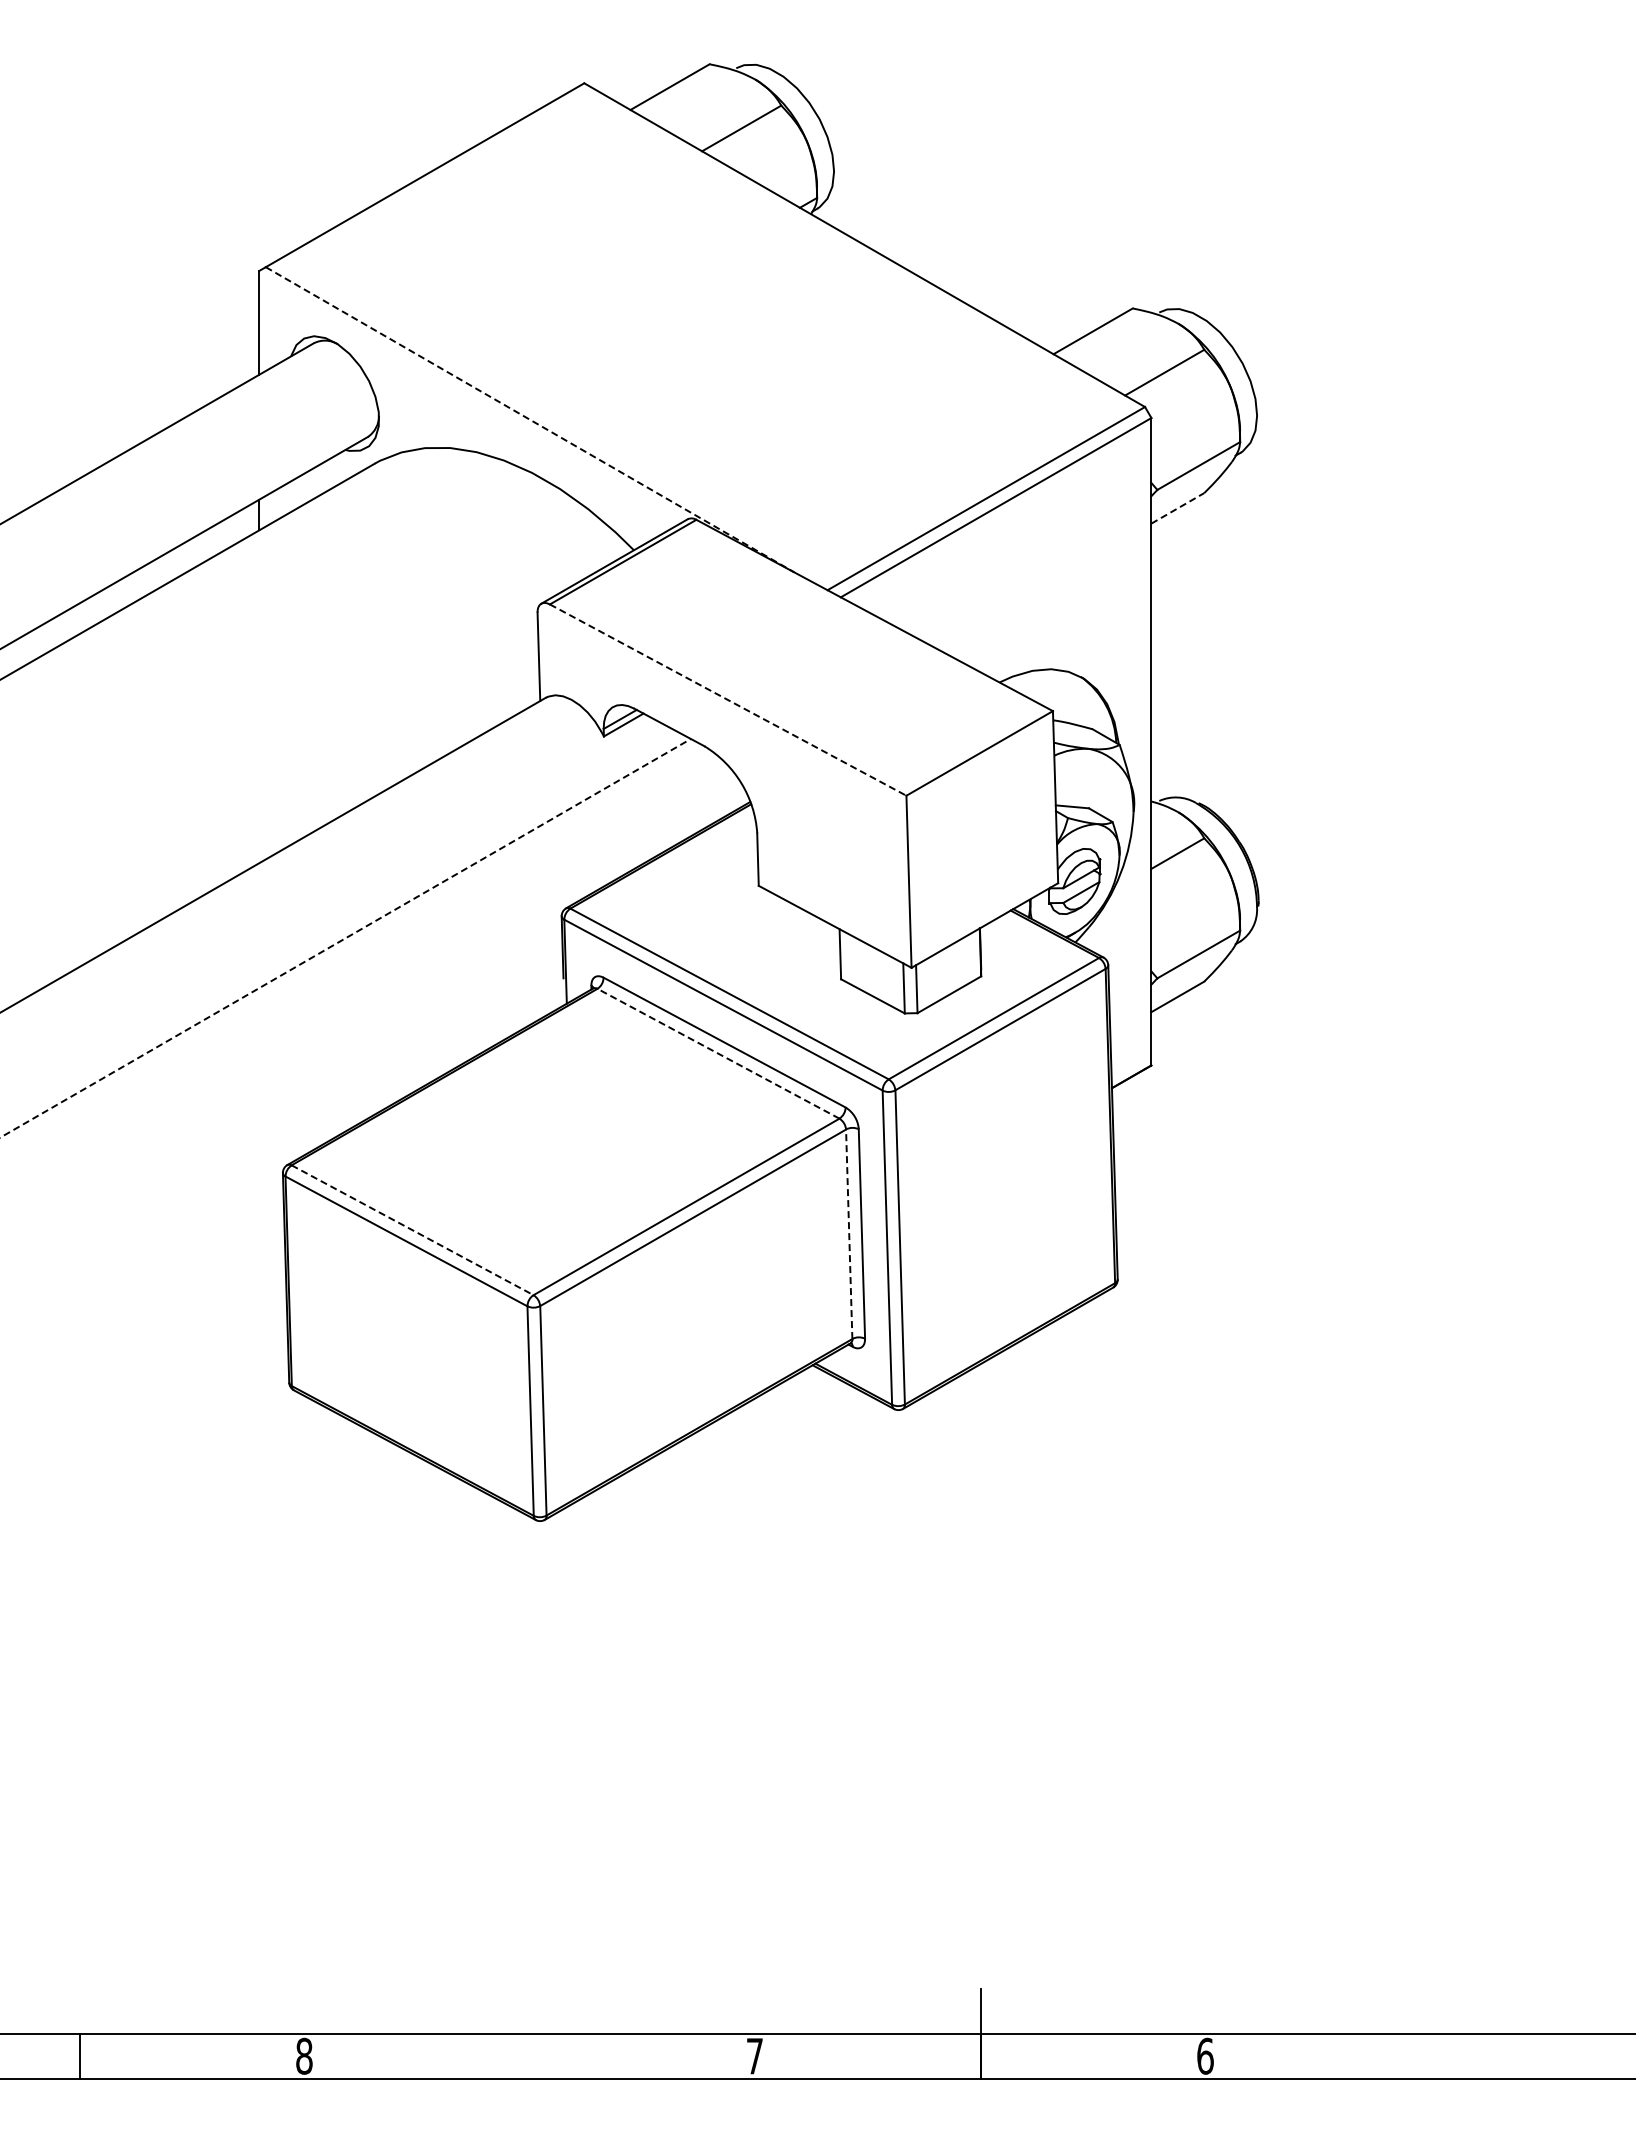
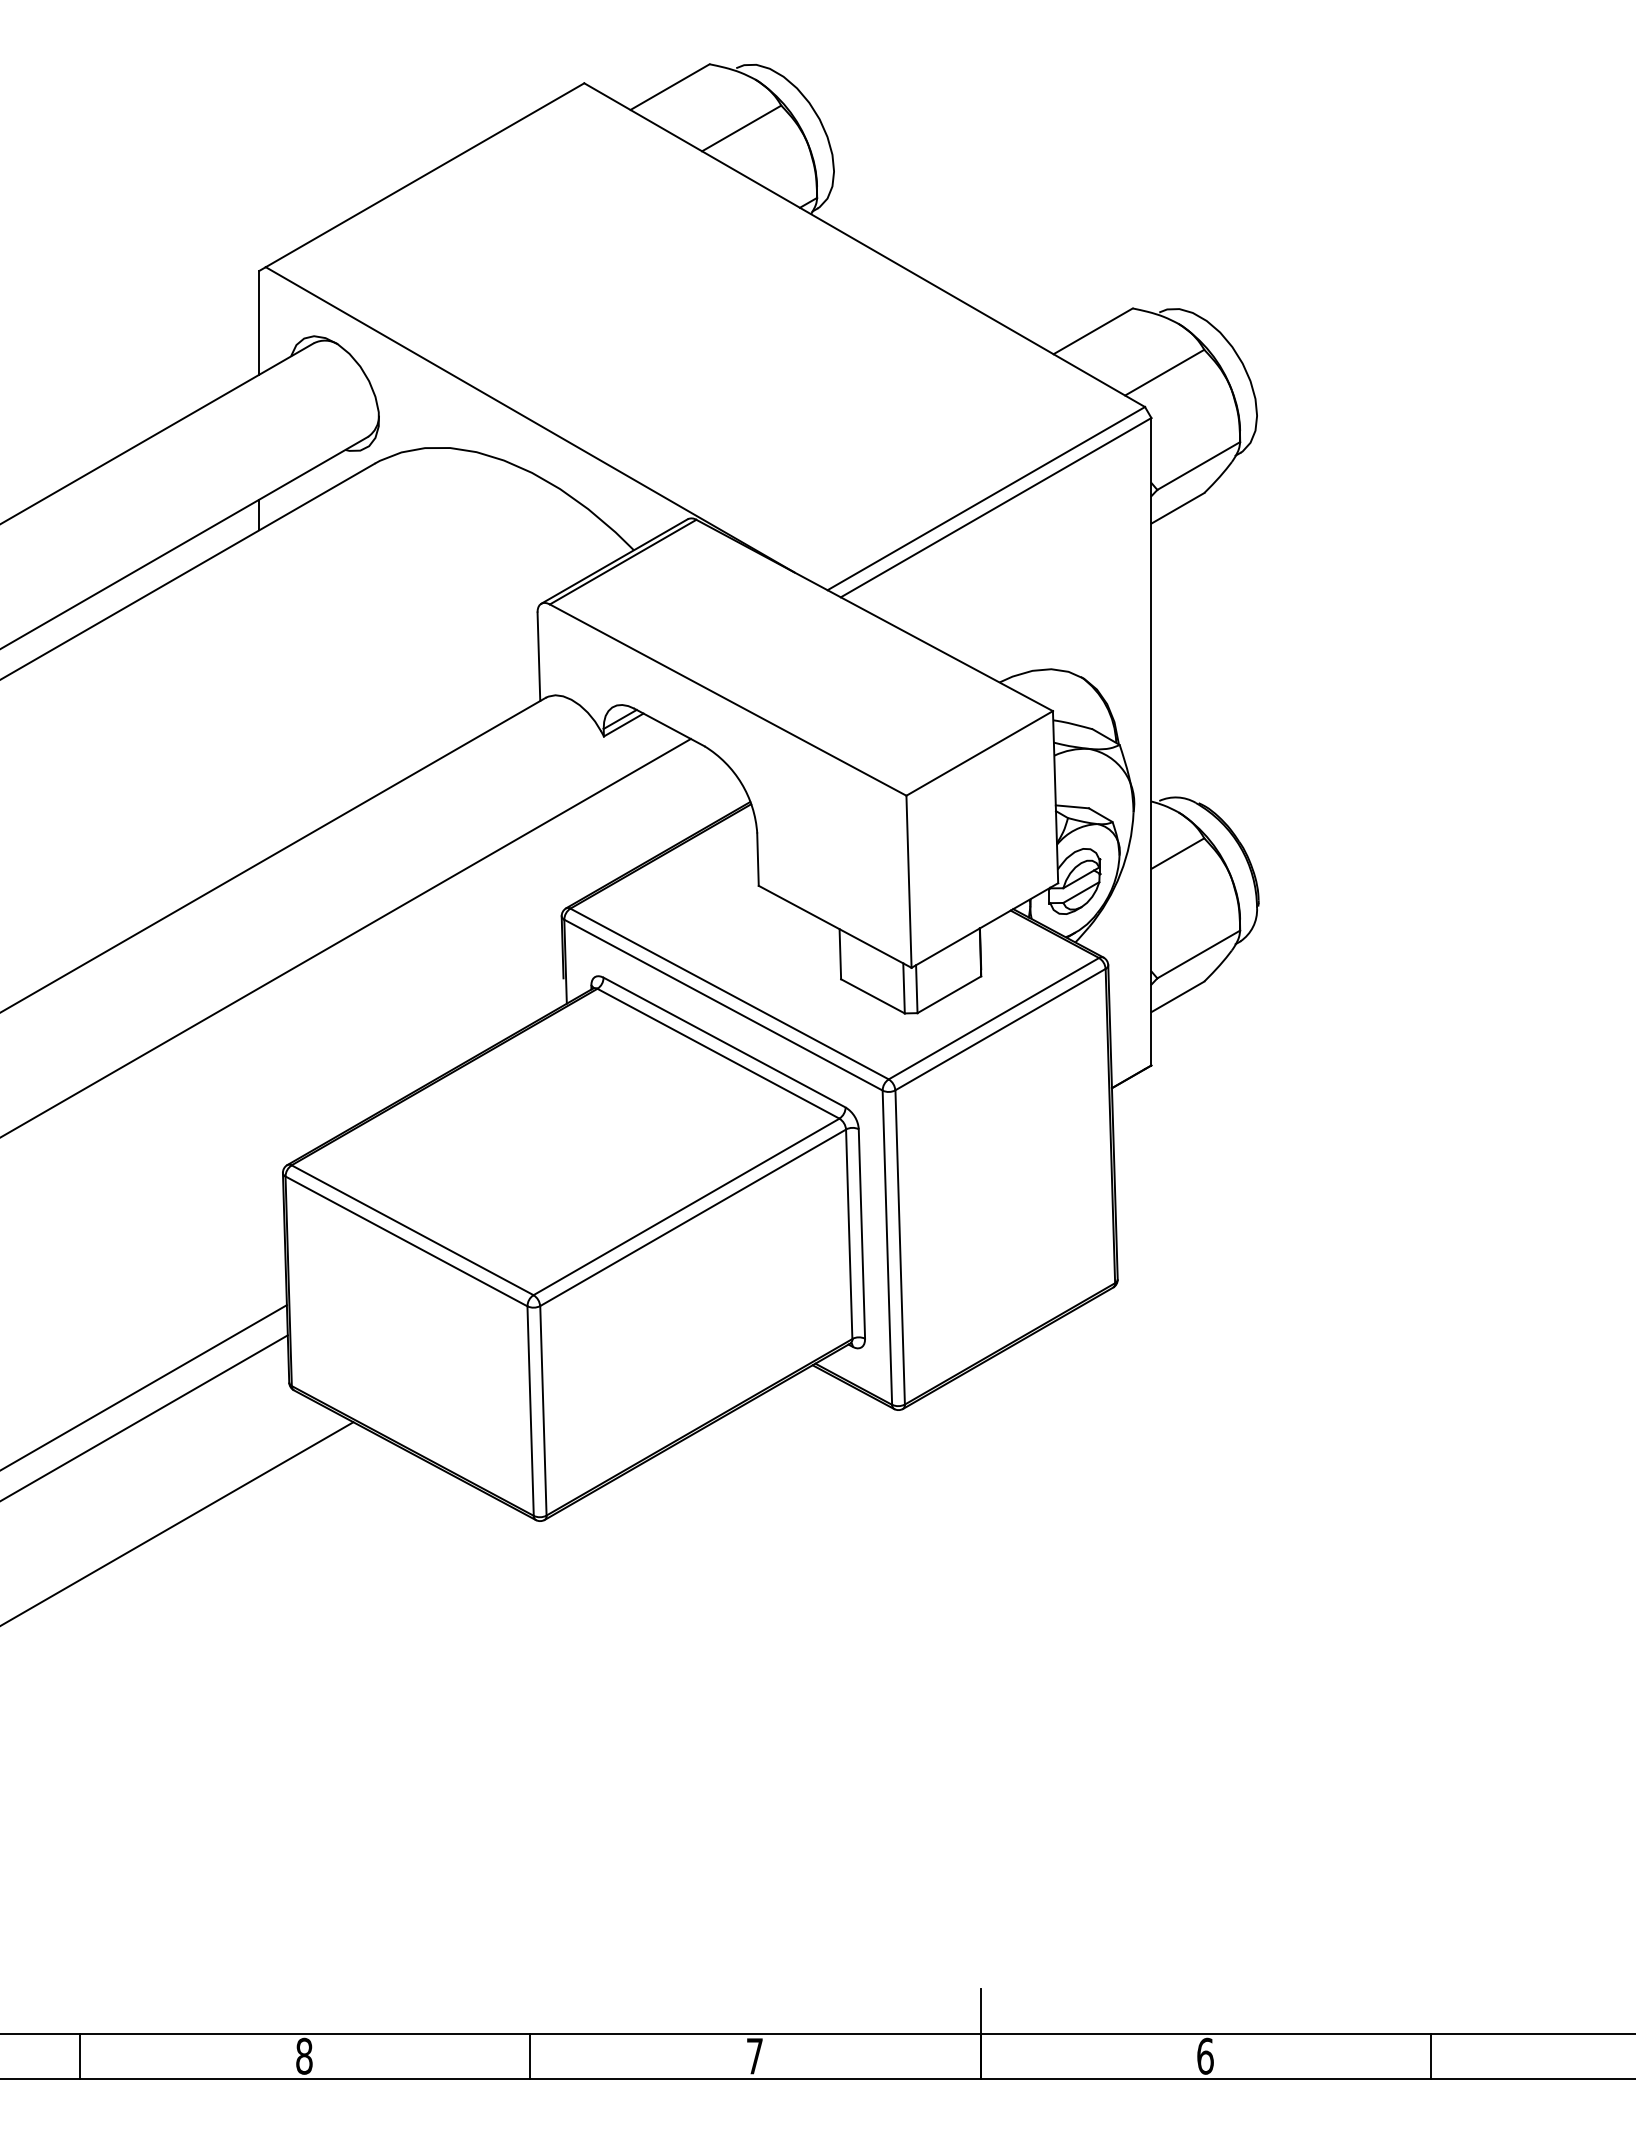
line at (530, 420): dashed -> solid
line at (1177, 508): dashed -> solid
line at (728, 700): dashed -> solid
line at (345, 938): dashed -> solid
line at (718, 1053): dashed -> solid
line at (413, 1230): dashed -> solid
line at (849, 1234): dashed -> solid
line at (144, 1387): none -> present
line at (144, 1417): none -> present
line at (177, 1523): none -> present
line at (530, 2055): none -> present
line at (1431, 2055): none -> present
